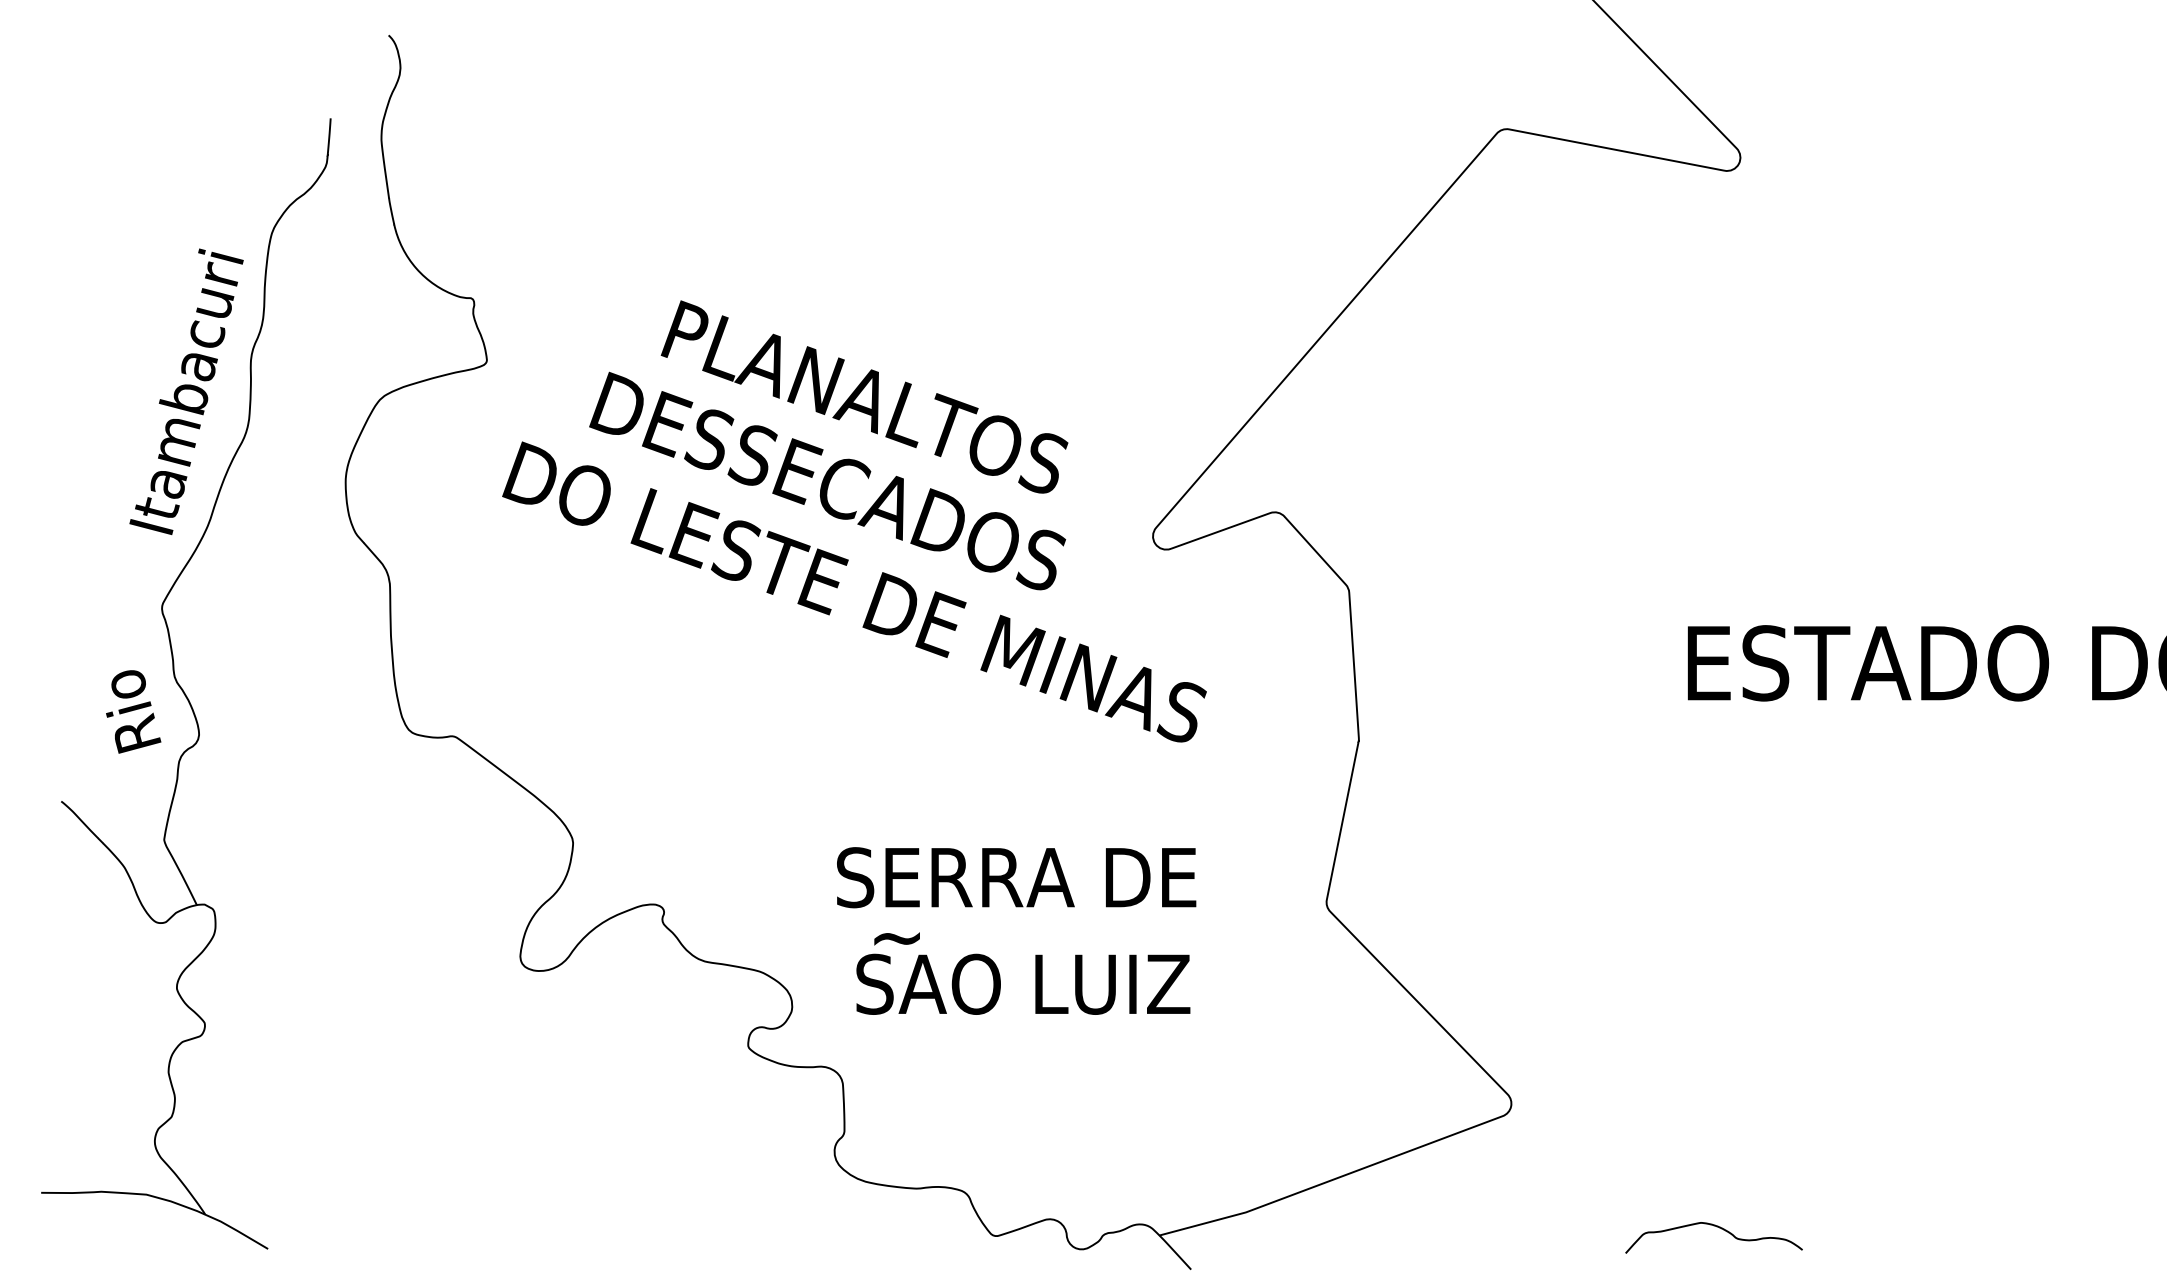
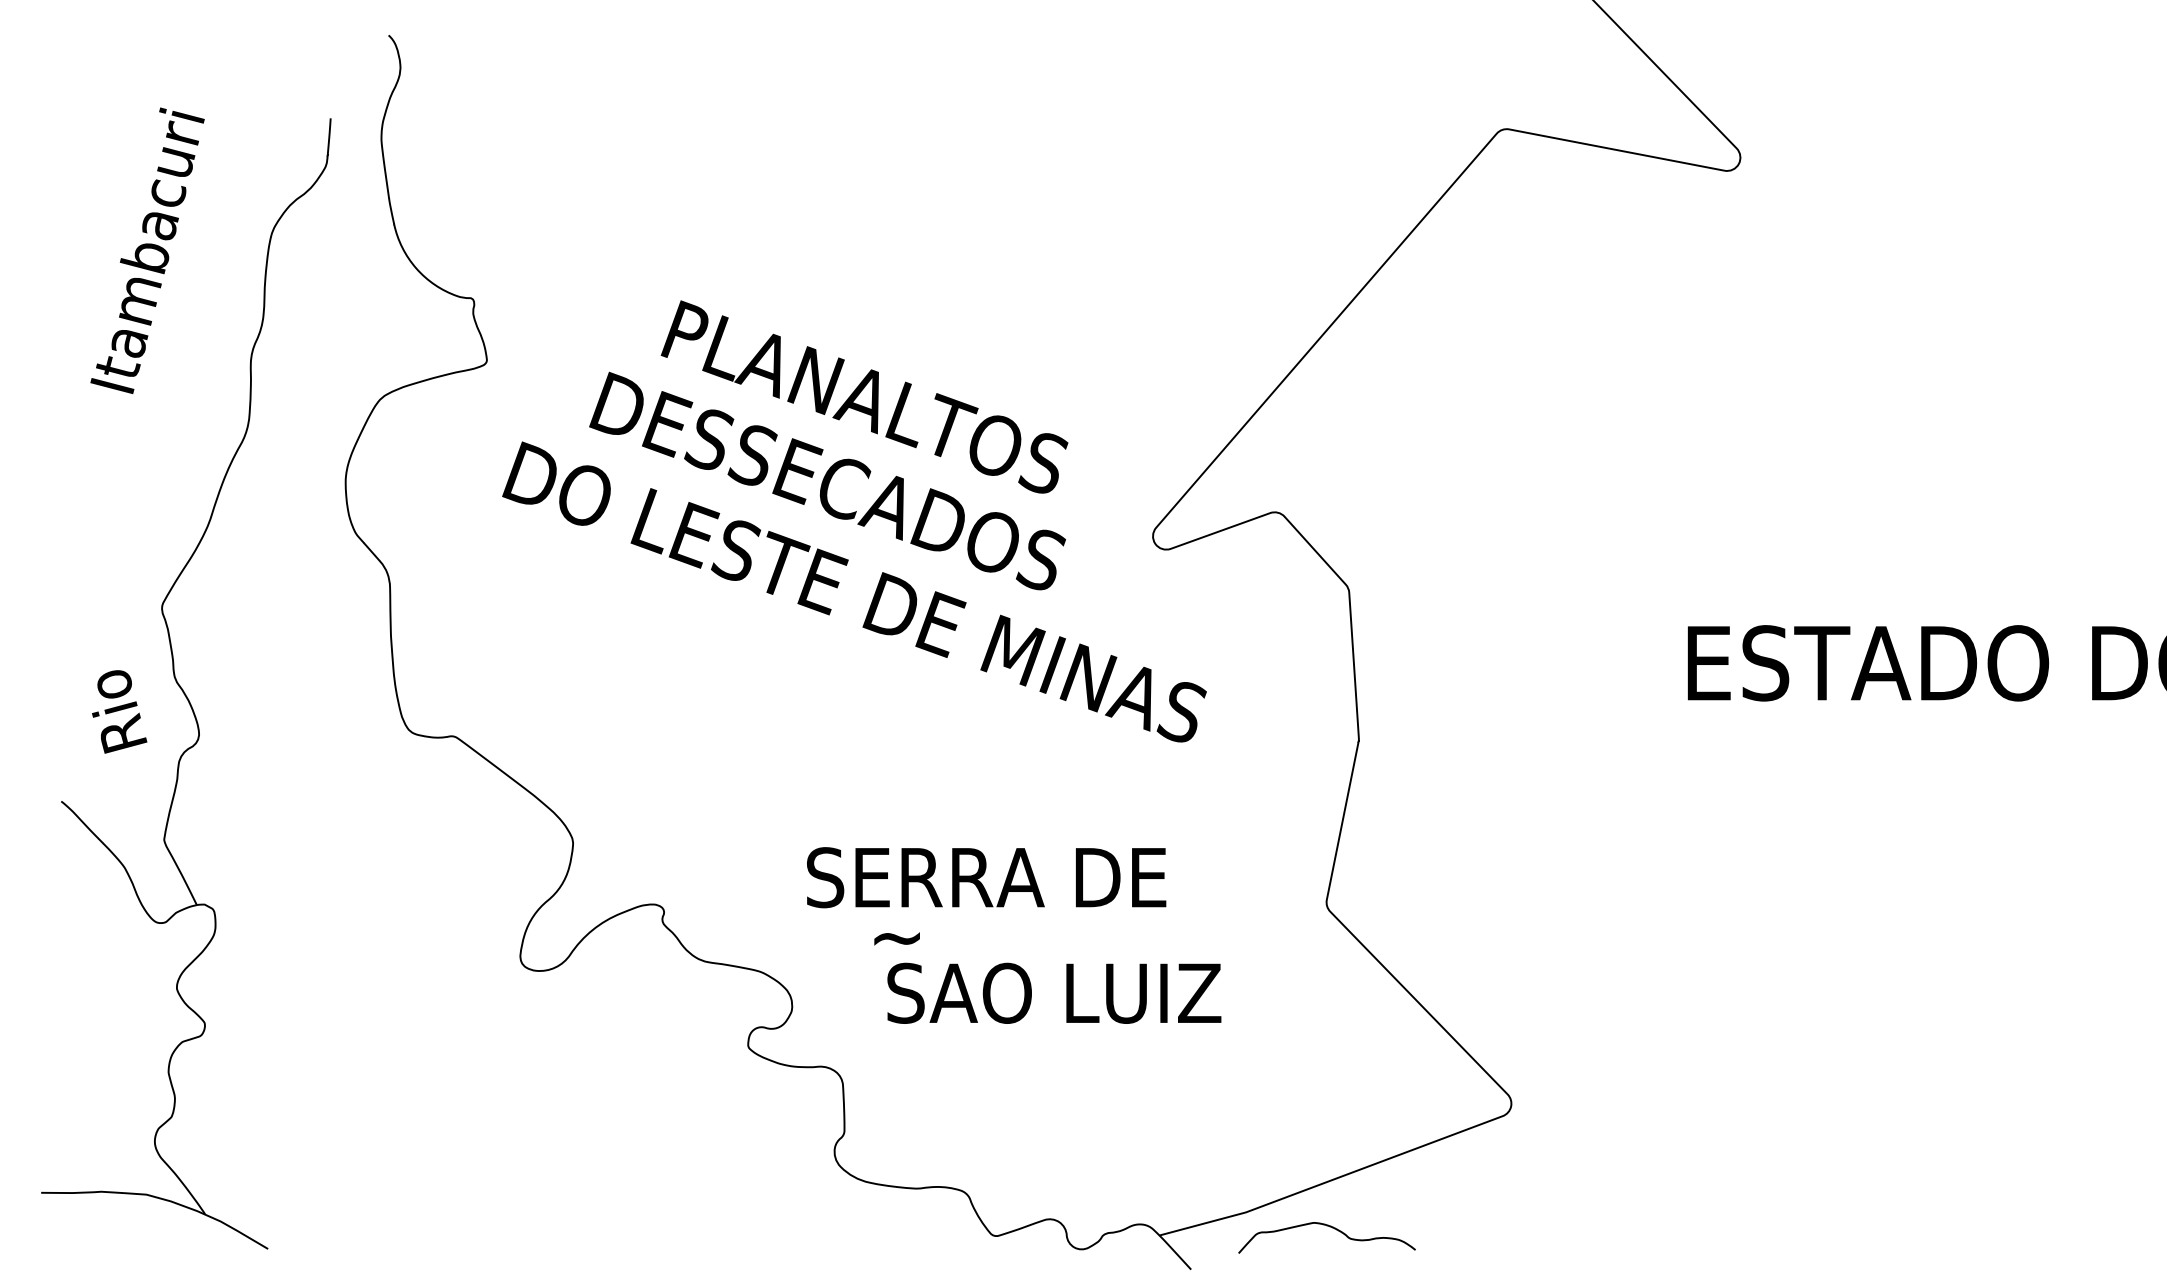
text at (186, 391) position: (186, 391) -> (147, 250)
text at (133, 711) position: (133, 711) -> (119, 711)
text at (1016, 877) position: (1016, 877) -> (986, 877)
text at (1023, 983) position: (1023, 983) -> (1054, 992)
curve at (1716, 1227) position: (1716, 1227) -> (1329, 1227)
